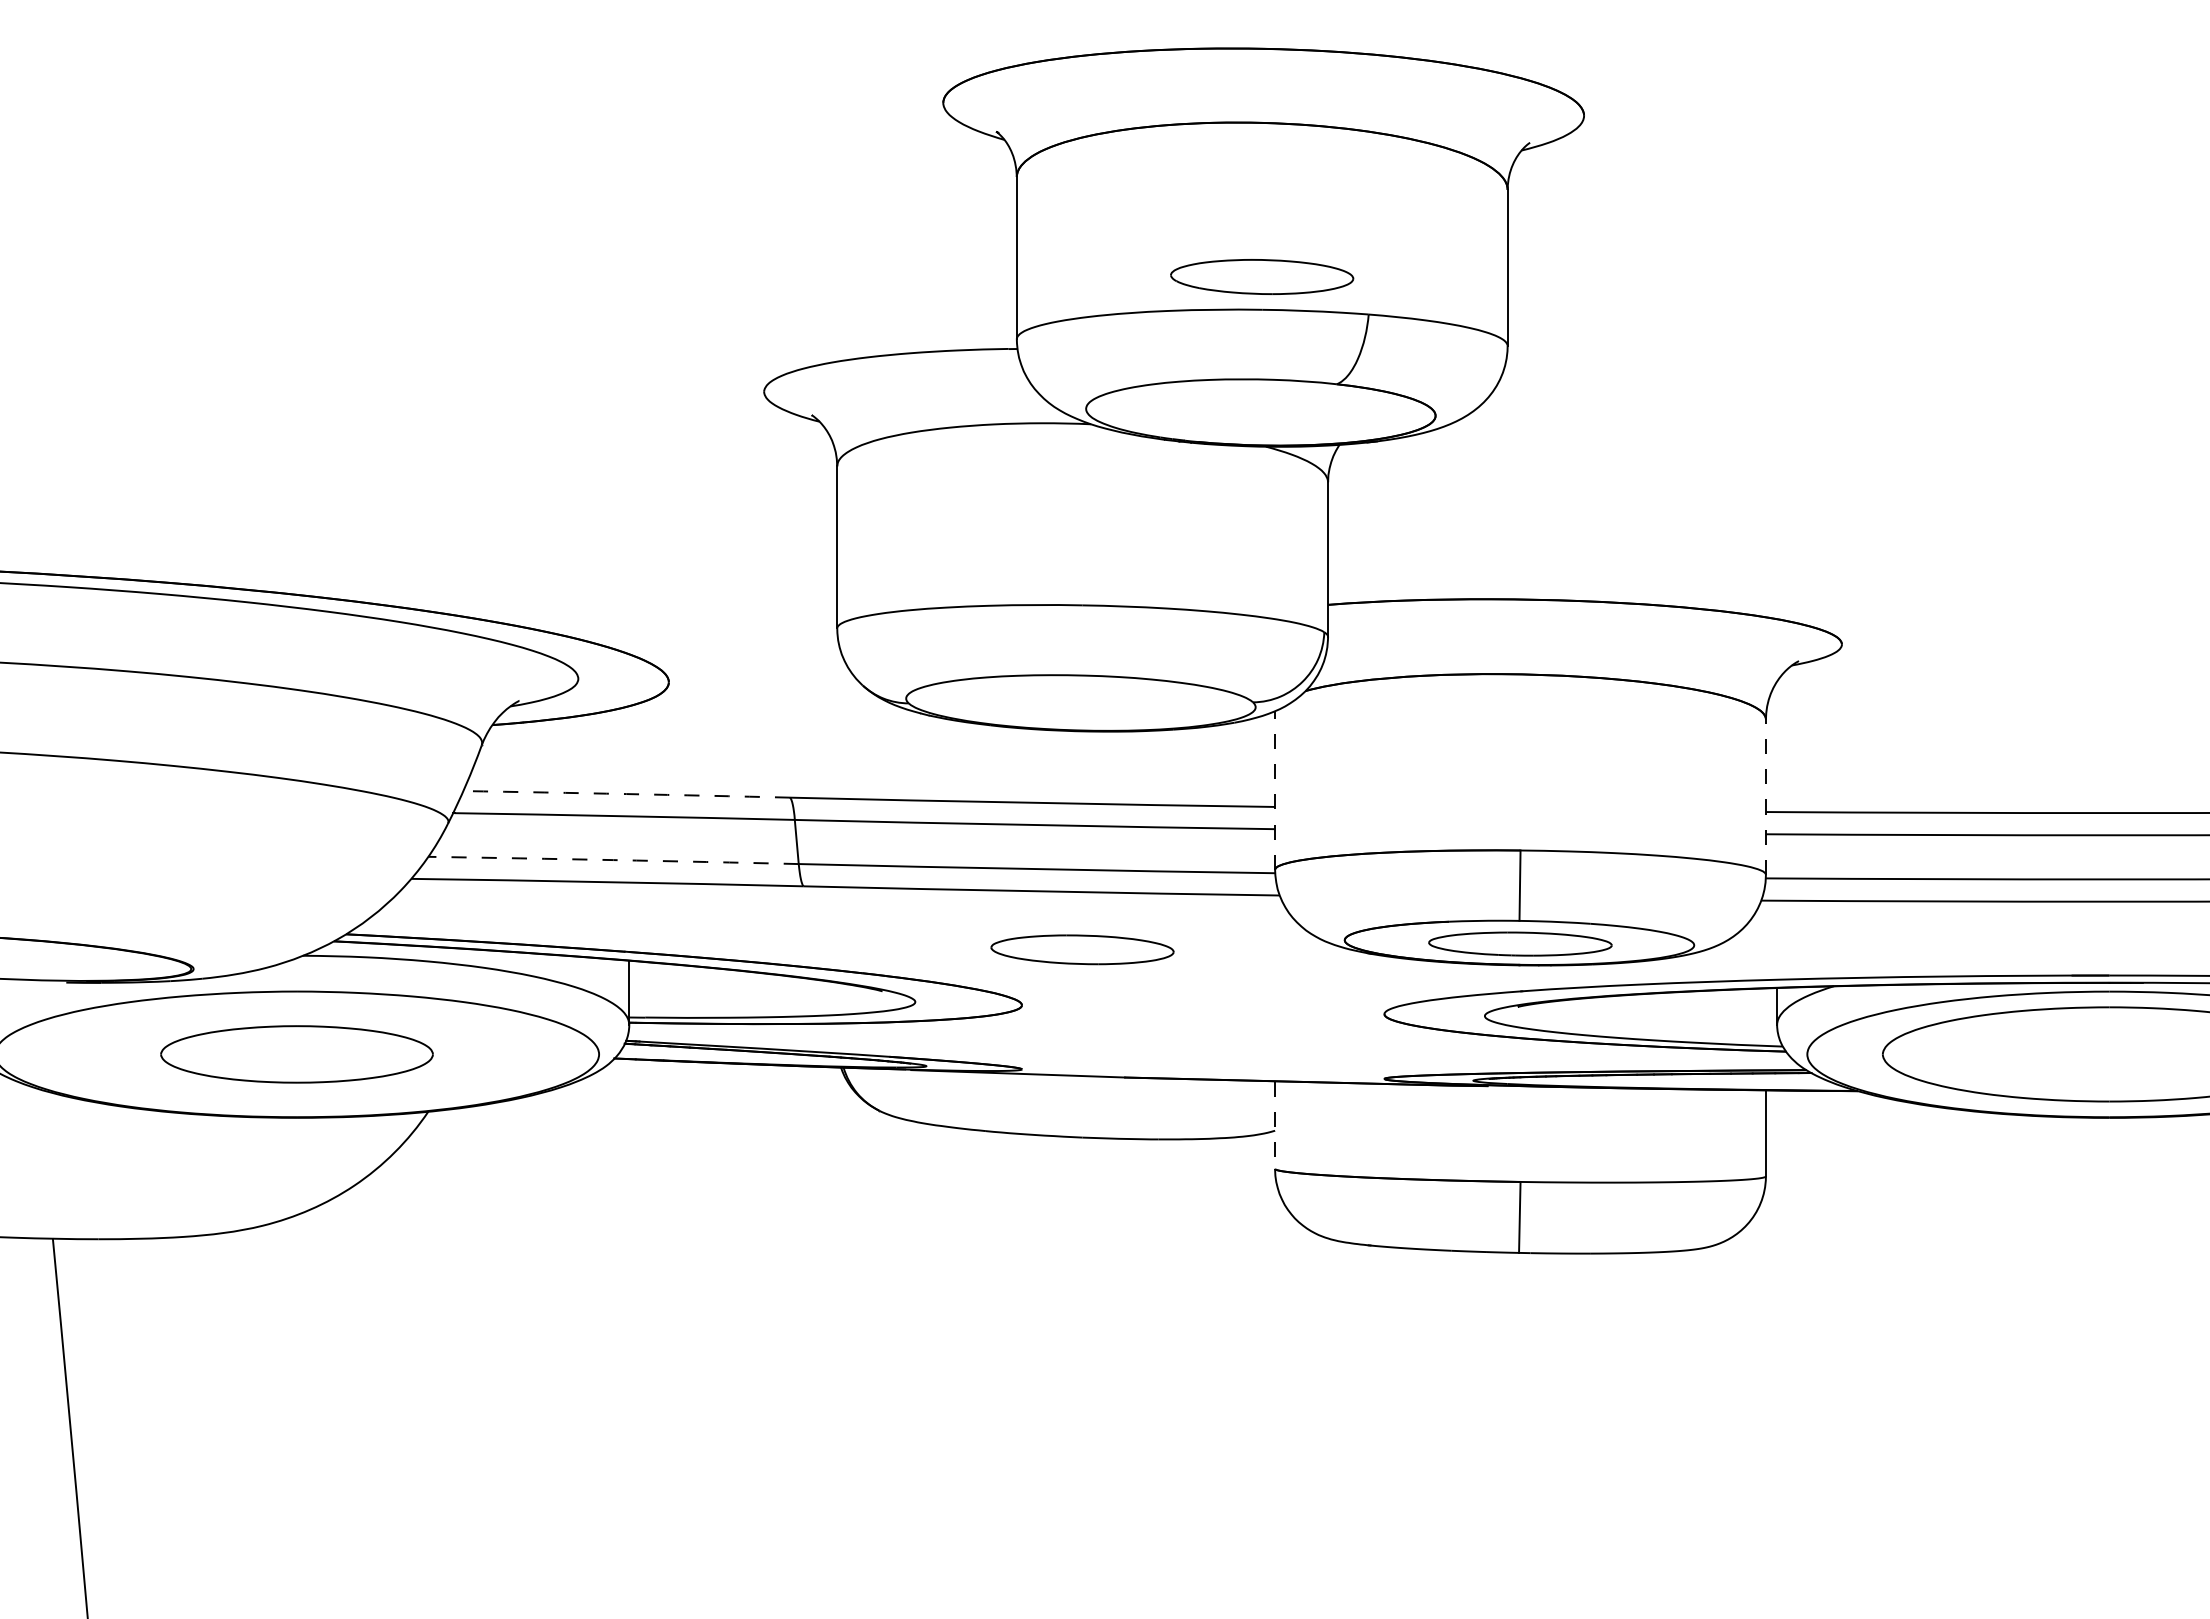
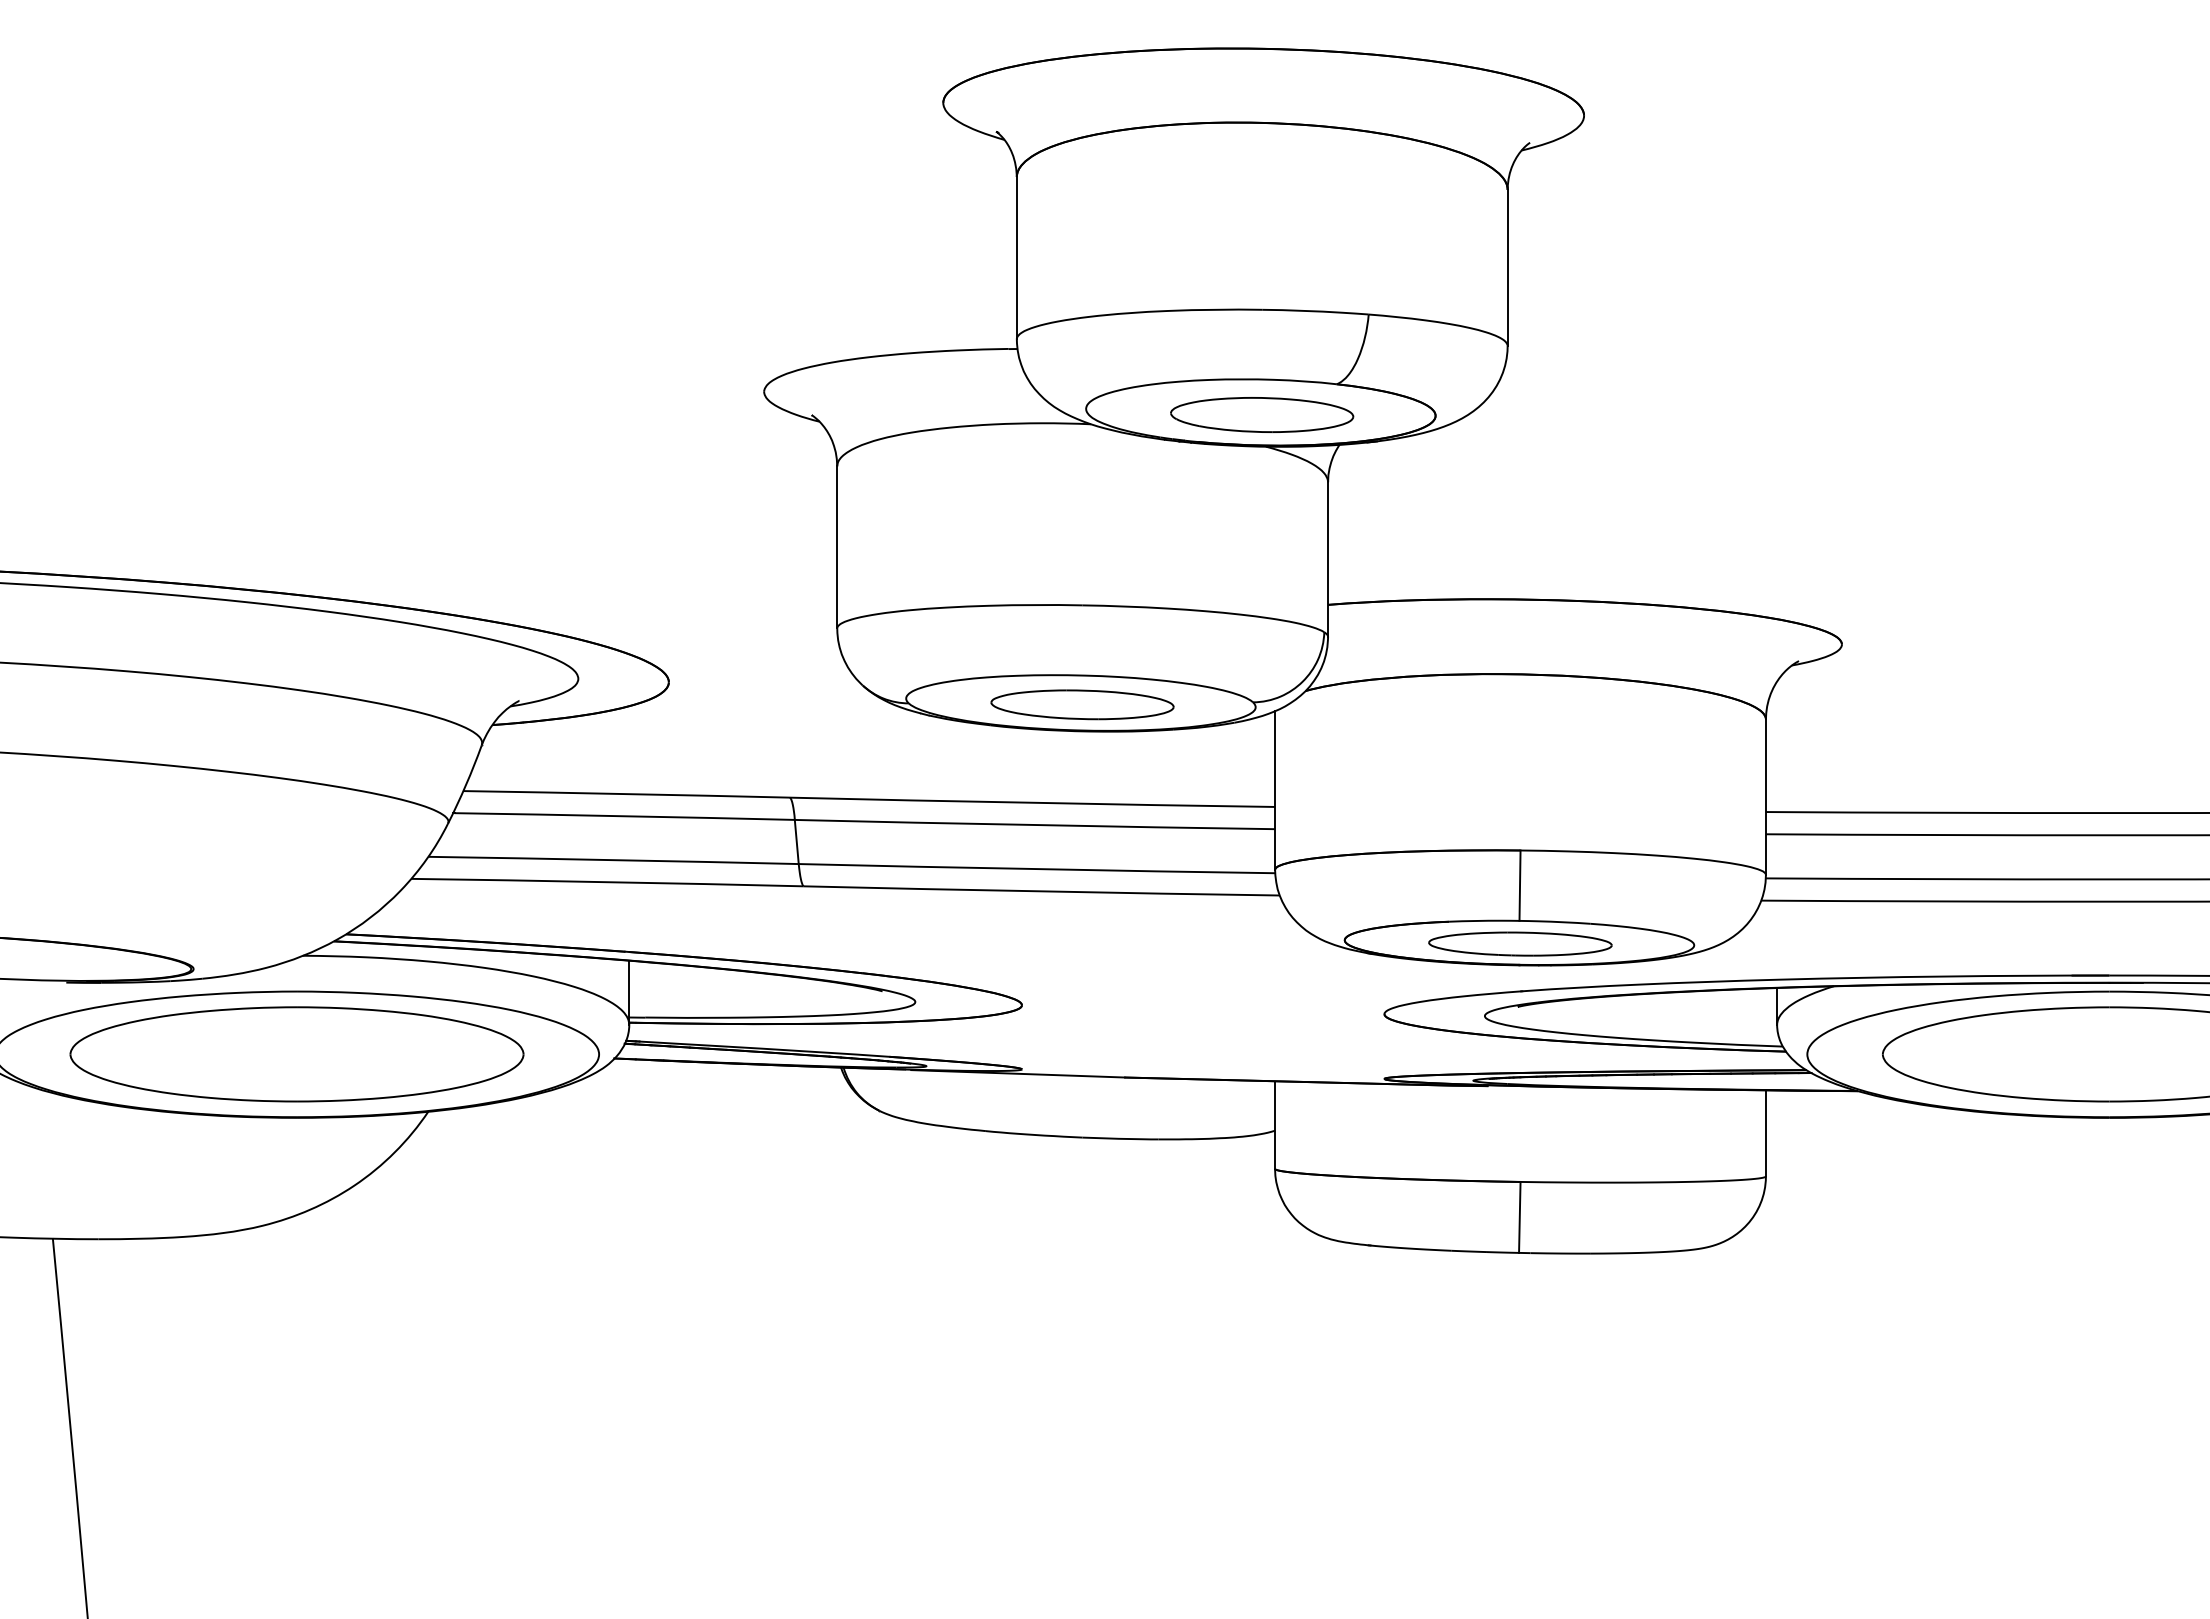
part at (1262, 276) position: (1262, 276) -> (1262, 414)
line at (1275, 790): dashed -> solid
arc at (626, 794): dashed -> solid
line at (1765, 797): dashed -> solid
arc at (613, 860): dashed -> solid
part at (1082, 949) position: (1082, 949) -> (1082, 704)
part at (296, 1054) size: 274x59 px -> 456x97 px
line at (1275, 1125): dashed -> solid
